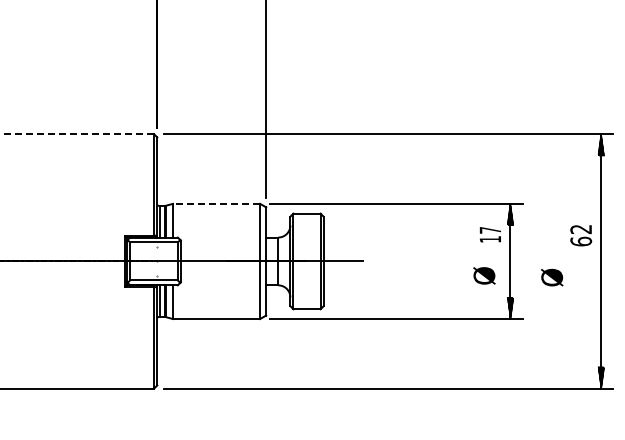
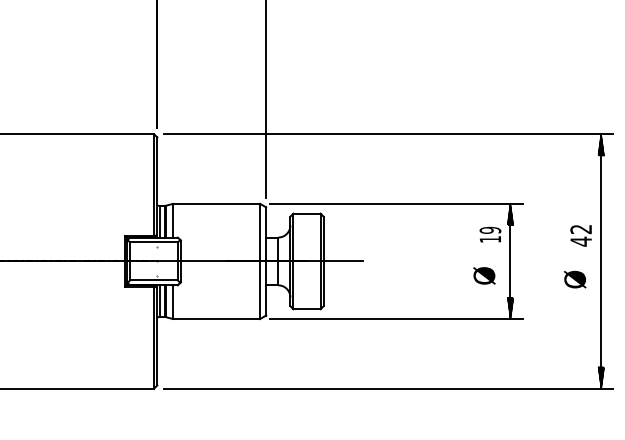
line at (77, 134): dashed -> solid
line at (216, 203): dashed -> solid
text at (490, 229): 17 -> 19
text at (581, 241): 62 -> 42
text at (552, 277) position: (552, 277) -> (575, 279)
